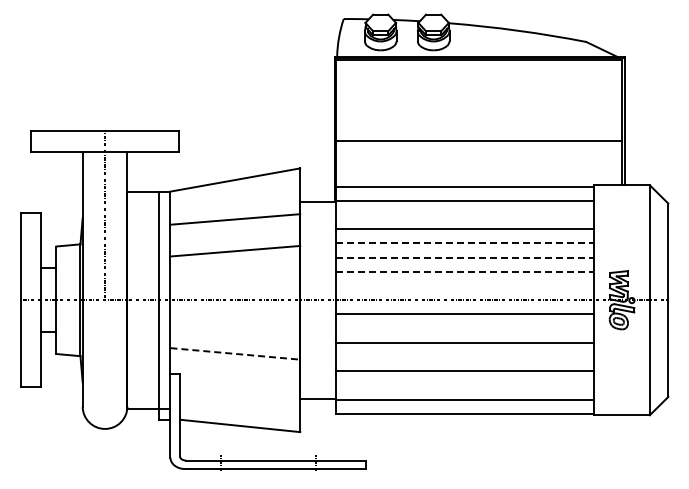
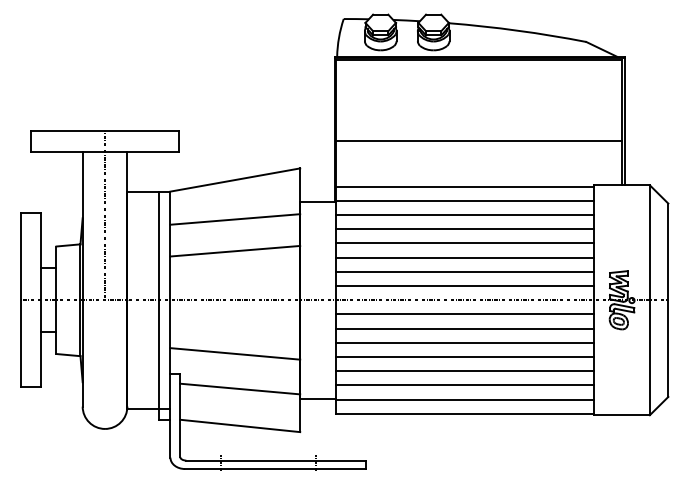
line at (464, 215): none -> present
line at (465, 243): dashed -> solid
line at (465, 257): dashed -> solid
line at (465, 271): dashed -> solid
line at (464, 286): none -> present
line at (464, 328): none -> present
line at (235, 353): dashed -> solid
line at (464, 357): none -> present
line at (464, 385): none -> present
line at (240, 388): none -> present
